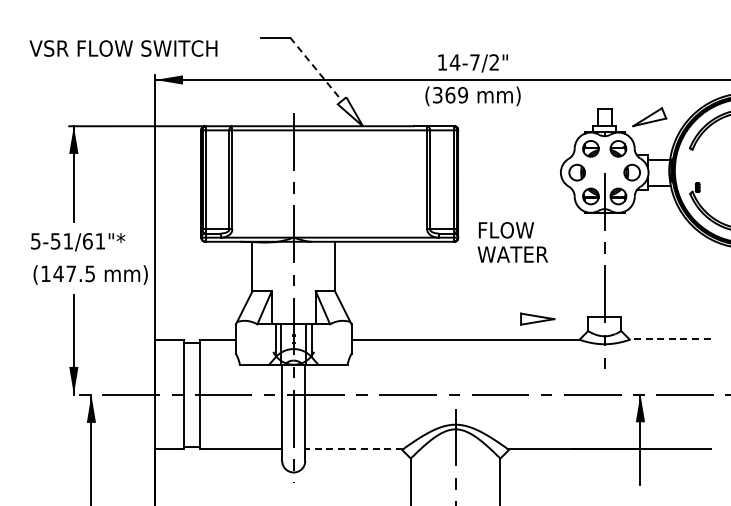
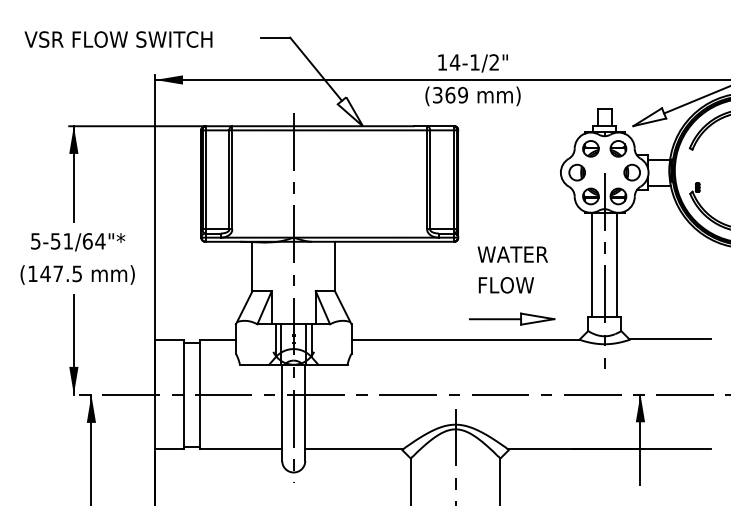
text at (123, 48) position: (123, 48) -> (118, 39)
text at (474, 62): 14-7/2" -> 14-1/2"
line at (316, 69): dashed -> solid
line at (695, 100): none -> present
text at (505, 230) position: (505, 230) -> (505, 285)
text at (100, 241): 5-51/61"* -> 5-51/64"*
line at (592, 264): none -> present
line at (617, 264): none -> present
text at (90, 274) position: (90, 274) -> (77, 274)
line at (495, 319): none -> present
line at (669, 339): dashed -> solid
line at (354, 449): dashed -> solid
